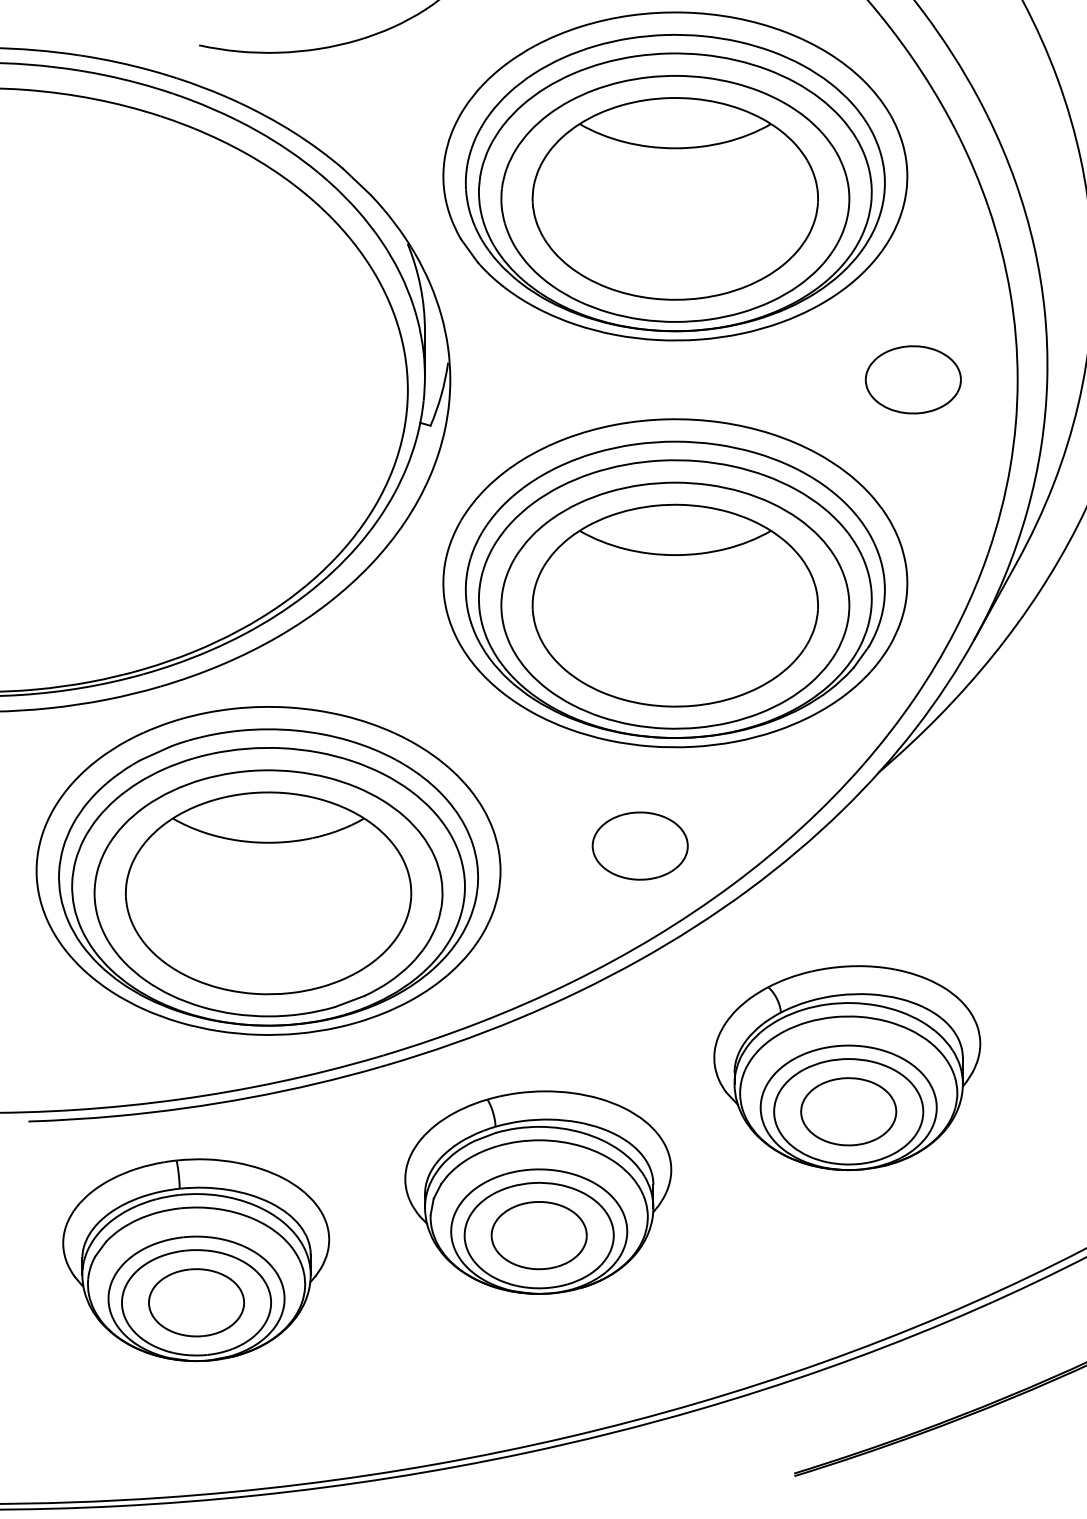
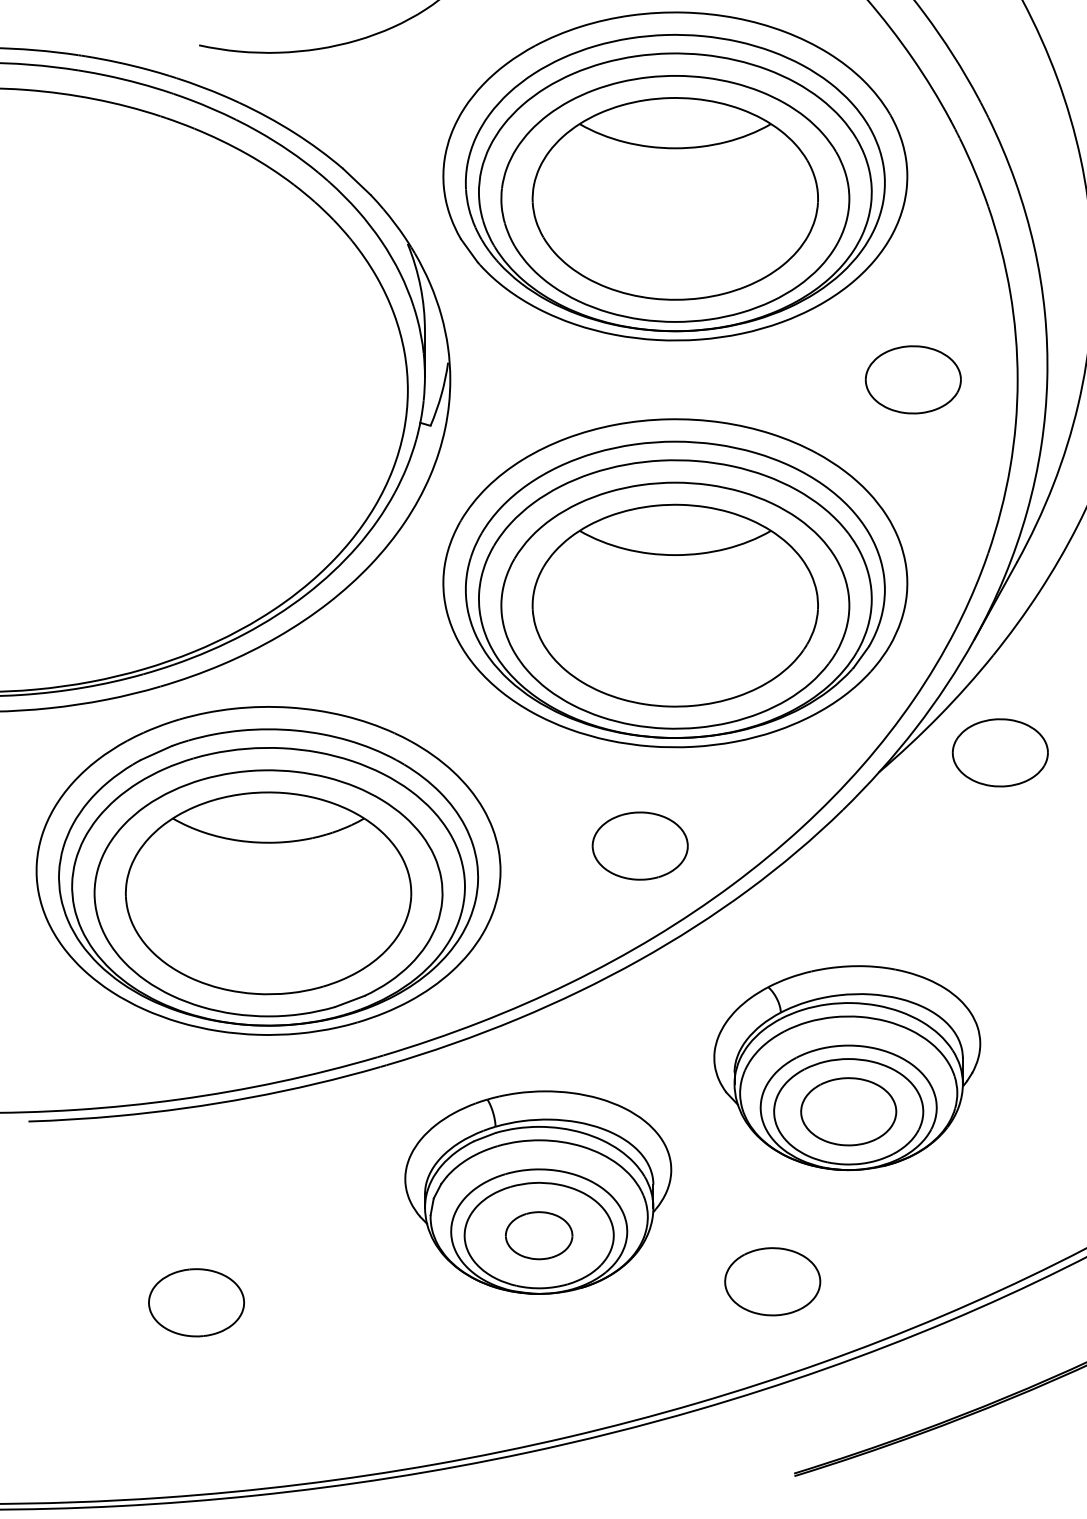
part at (999, 752): none -> present
part at (538, 1235) size: 98x70 px -> 69x50 px
part at (196, 1259): present -> none
part at (772, 1281): none -> present
